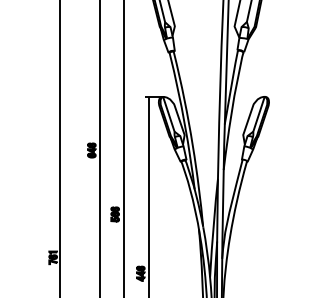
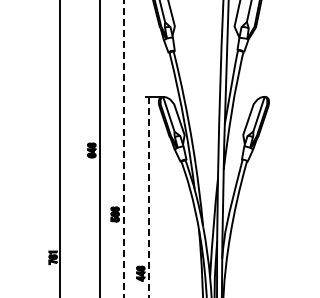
line at (123, 149): solid -> dashed
line at (149, 197): solid -> dashed
